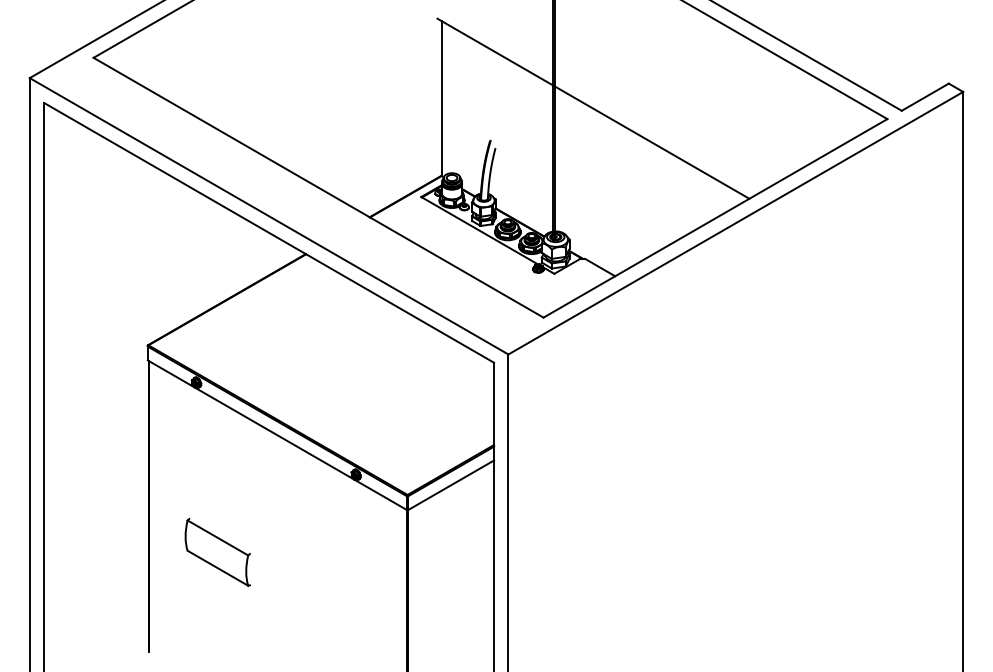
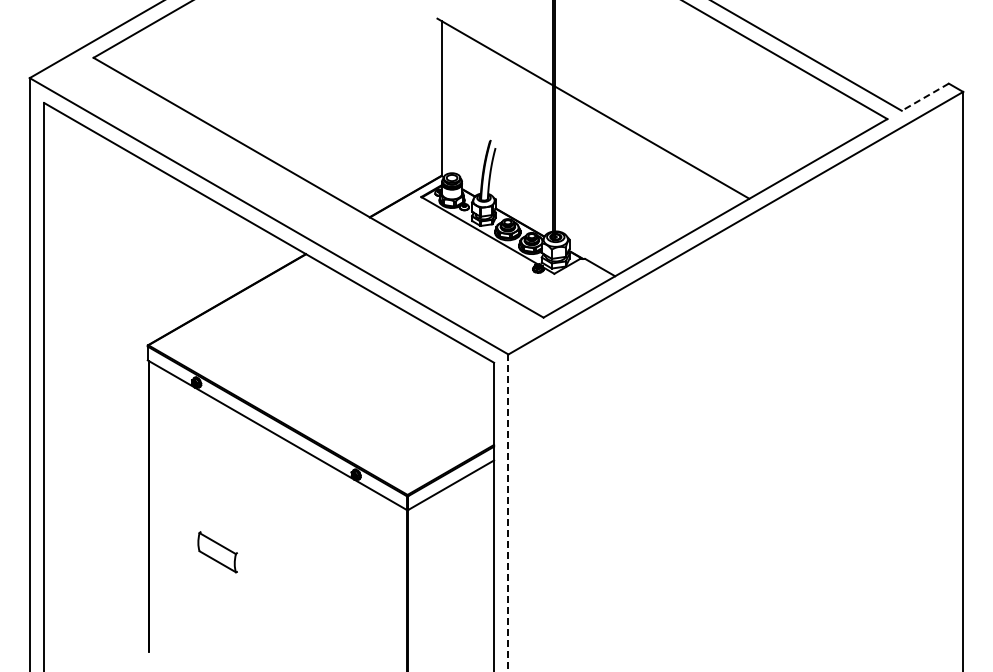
line at (924, 97): solid -> dashed
line at (508, 512): solid -> dashed
part at (217, 551) size: 67x70 px -> 41x43 px
